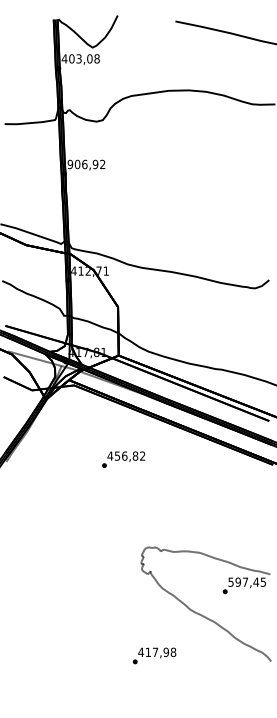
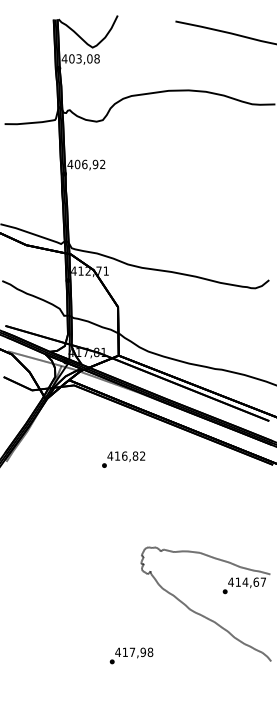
text at (70, 164): 906,92 -> 406,92
text at (117, 455): 456,82 -> 416,82
text at (246, 581): 597,45 -> 414,67
text at (154, 655) position: (154, 655) -> (131, 655)
